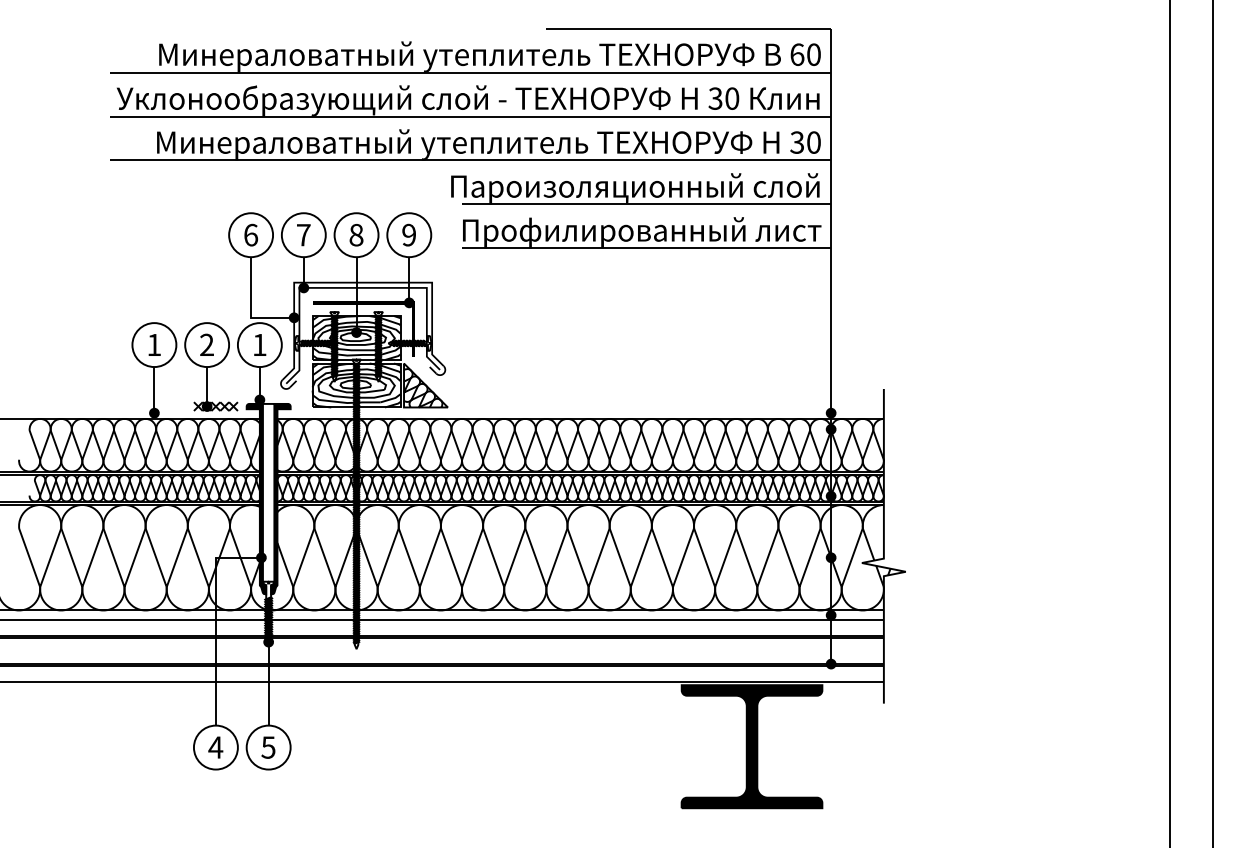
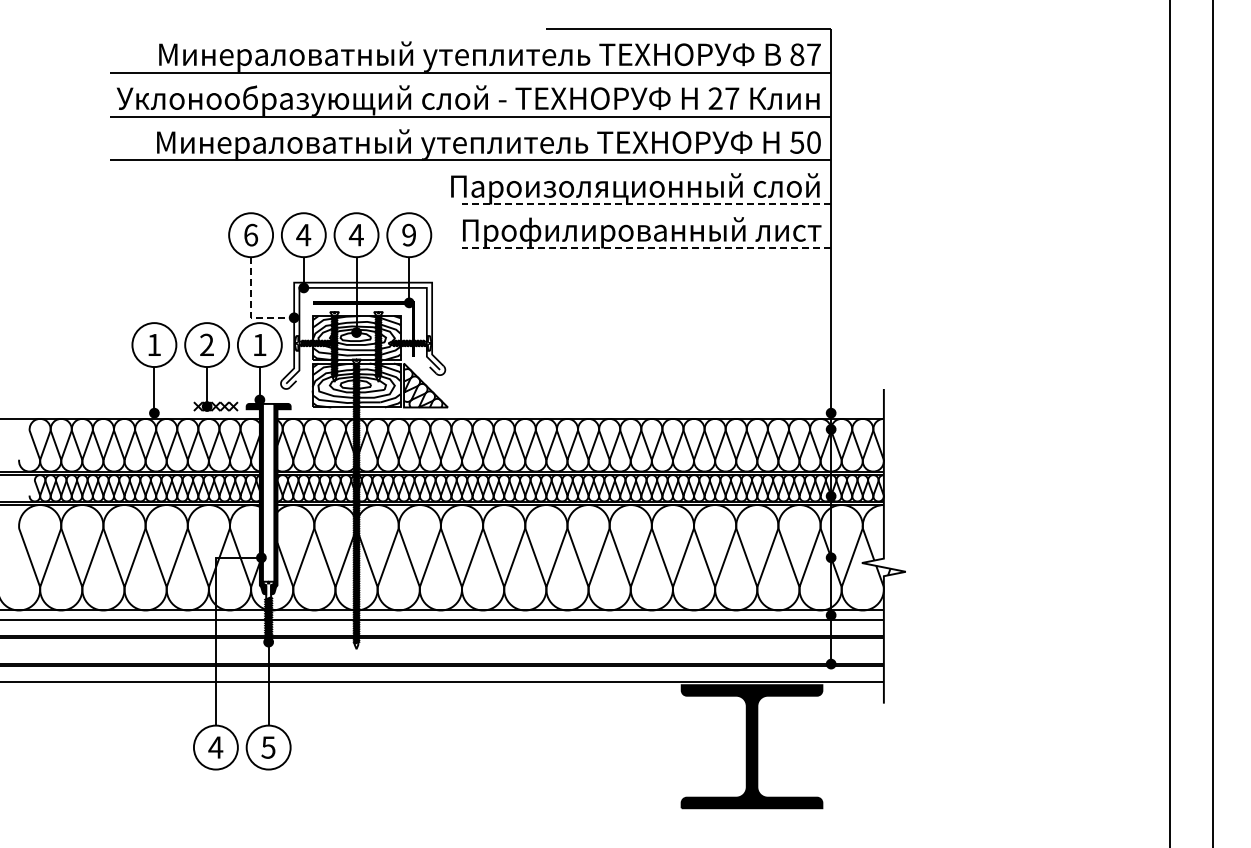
text at (805, 54): 60 -> 87
text at (723, 98): 30 -> 27
text at (797, 142): 30 -> 50
line at (646, 204): solid -> dashed
text at (355, 234): 8 -> 4
text at (303, 235): 7 -> 4
line at (646, 248): solid -> dashed
line at (251, 309): solid -> dashed
